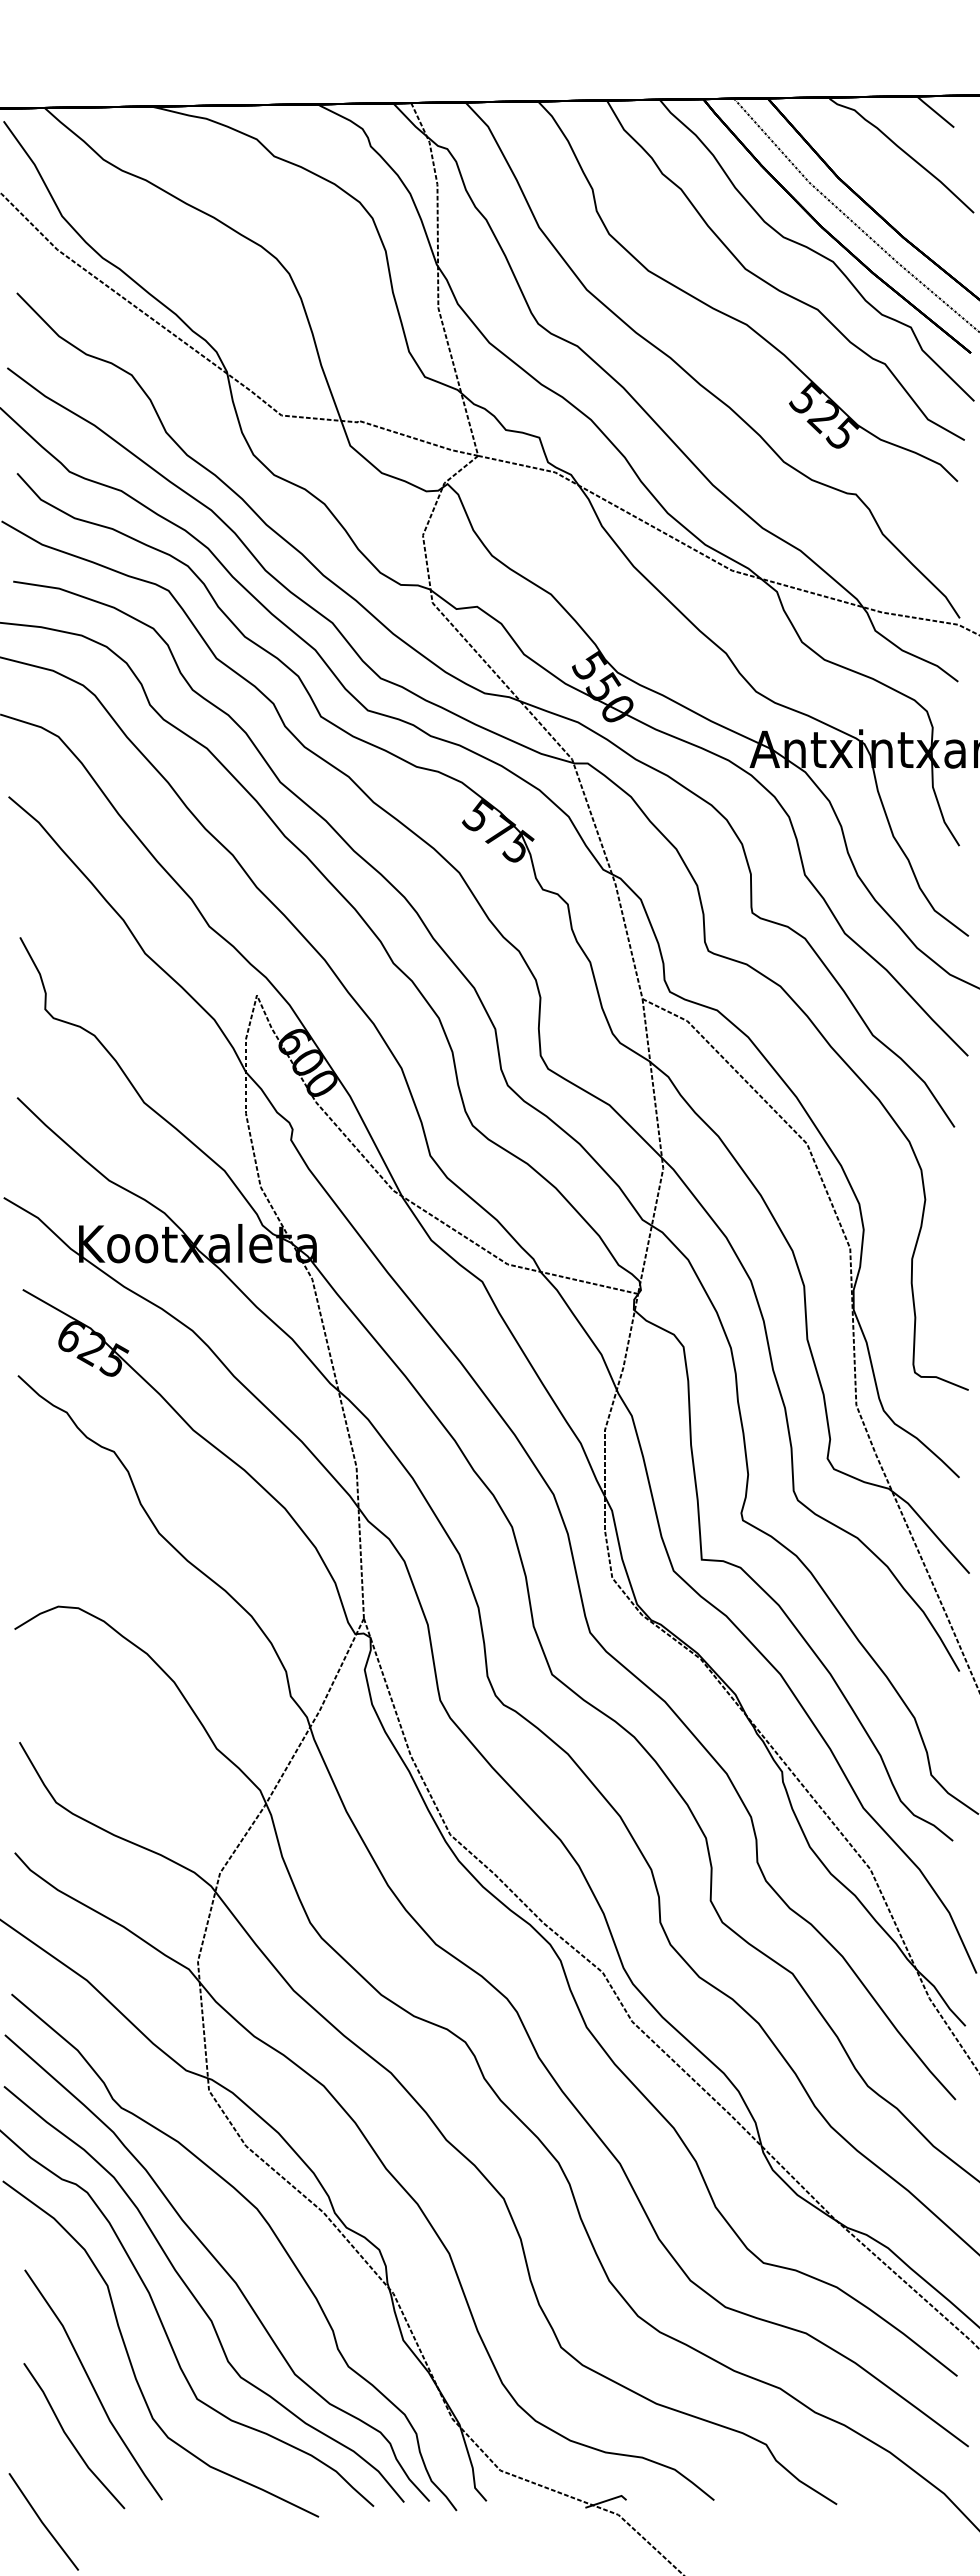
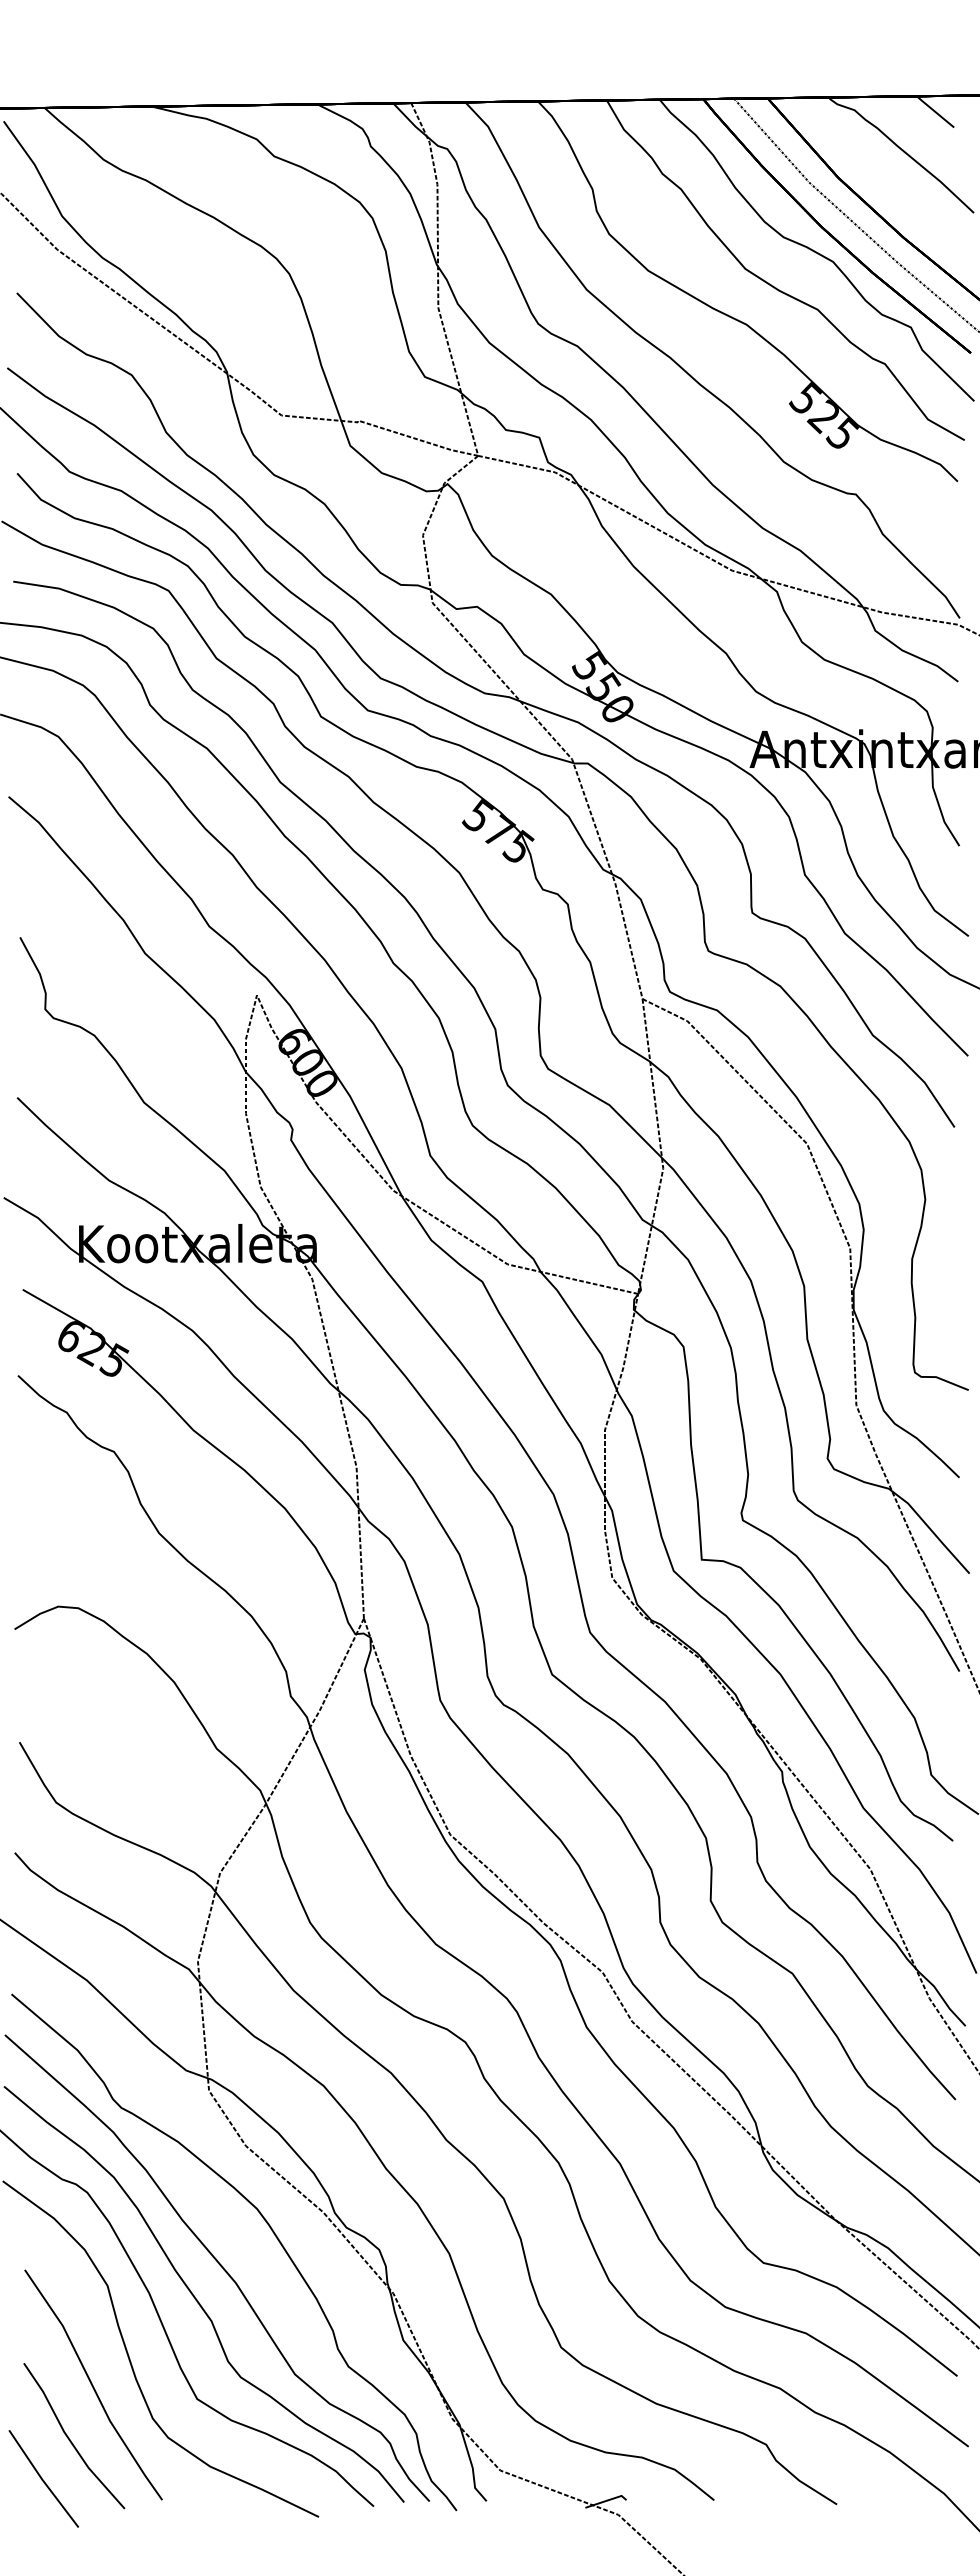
part at (43, 2521) position: (43, 2521) -> (43, 2478)
